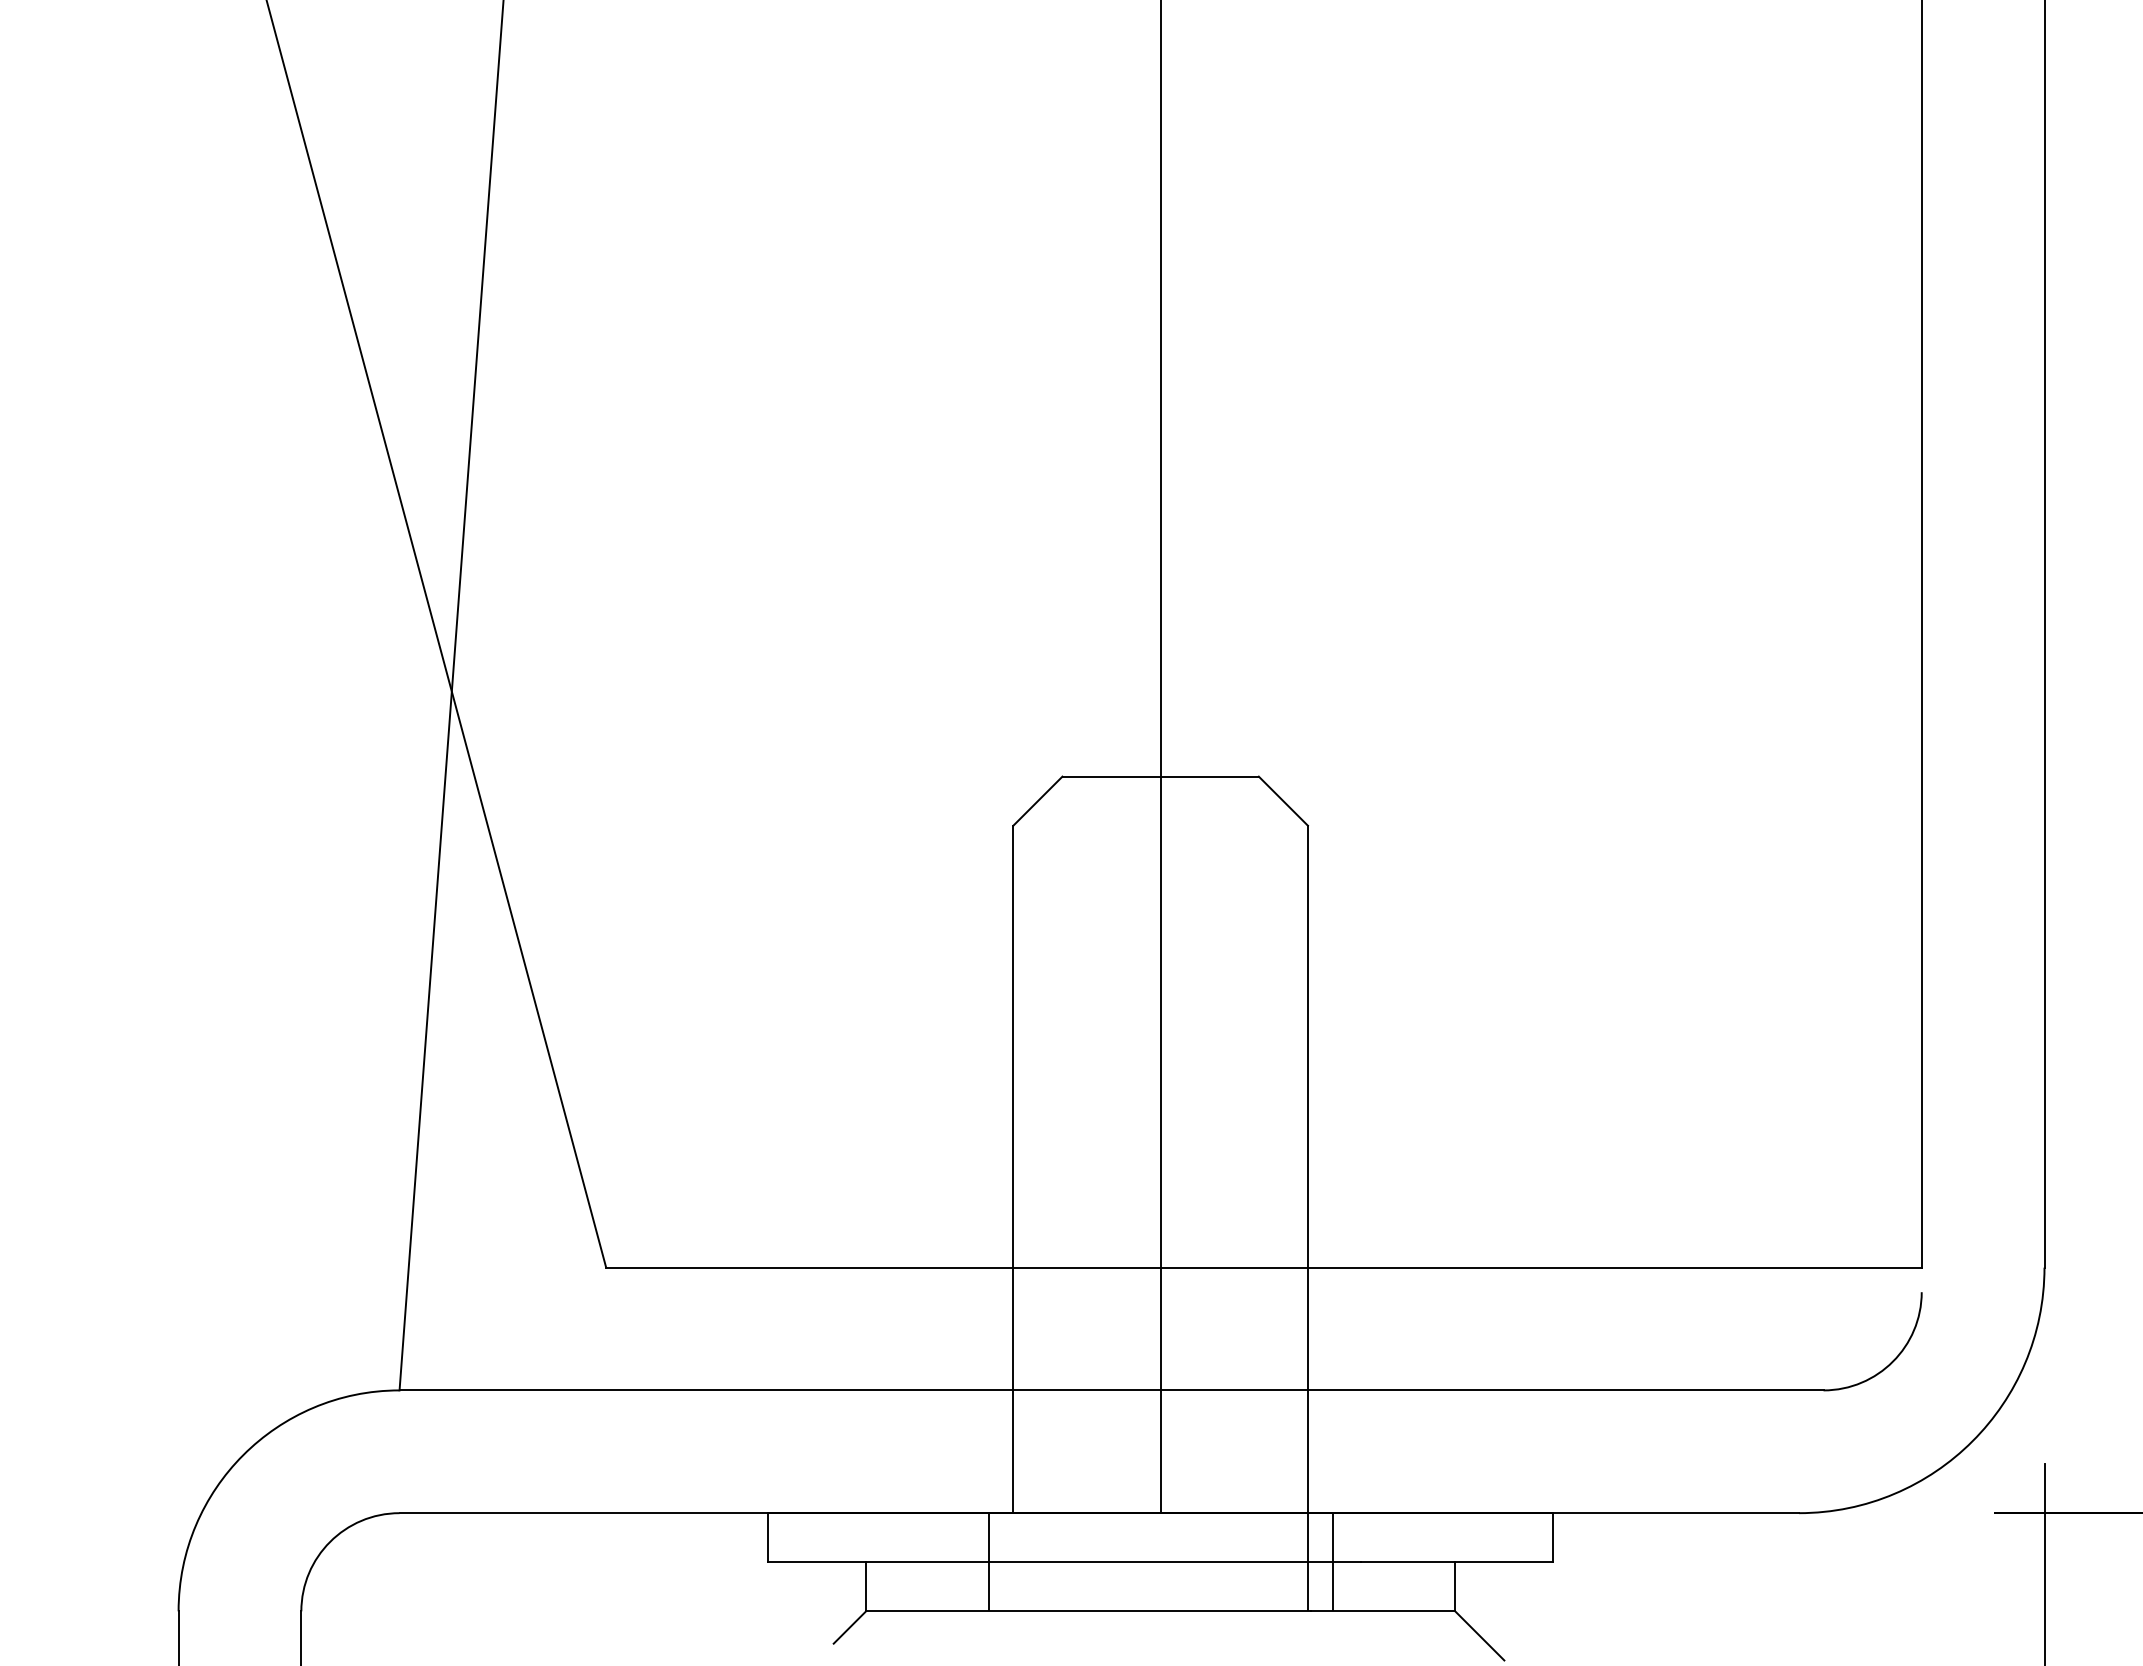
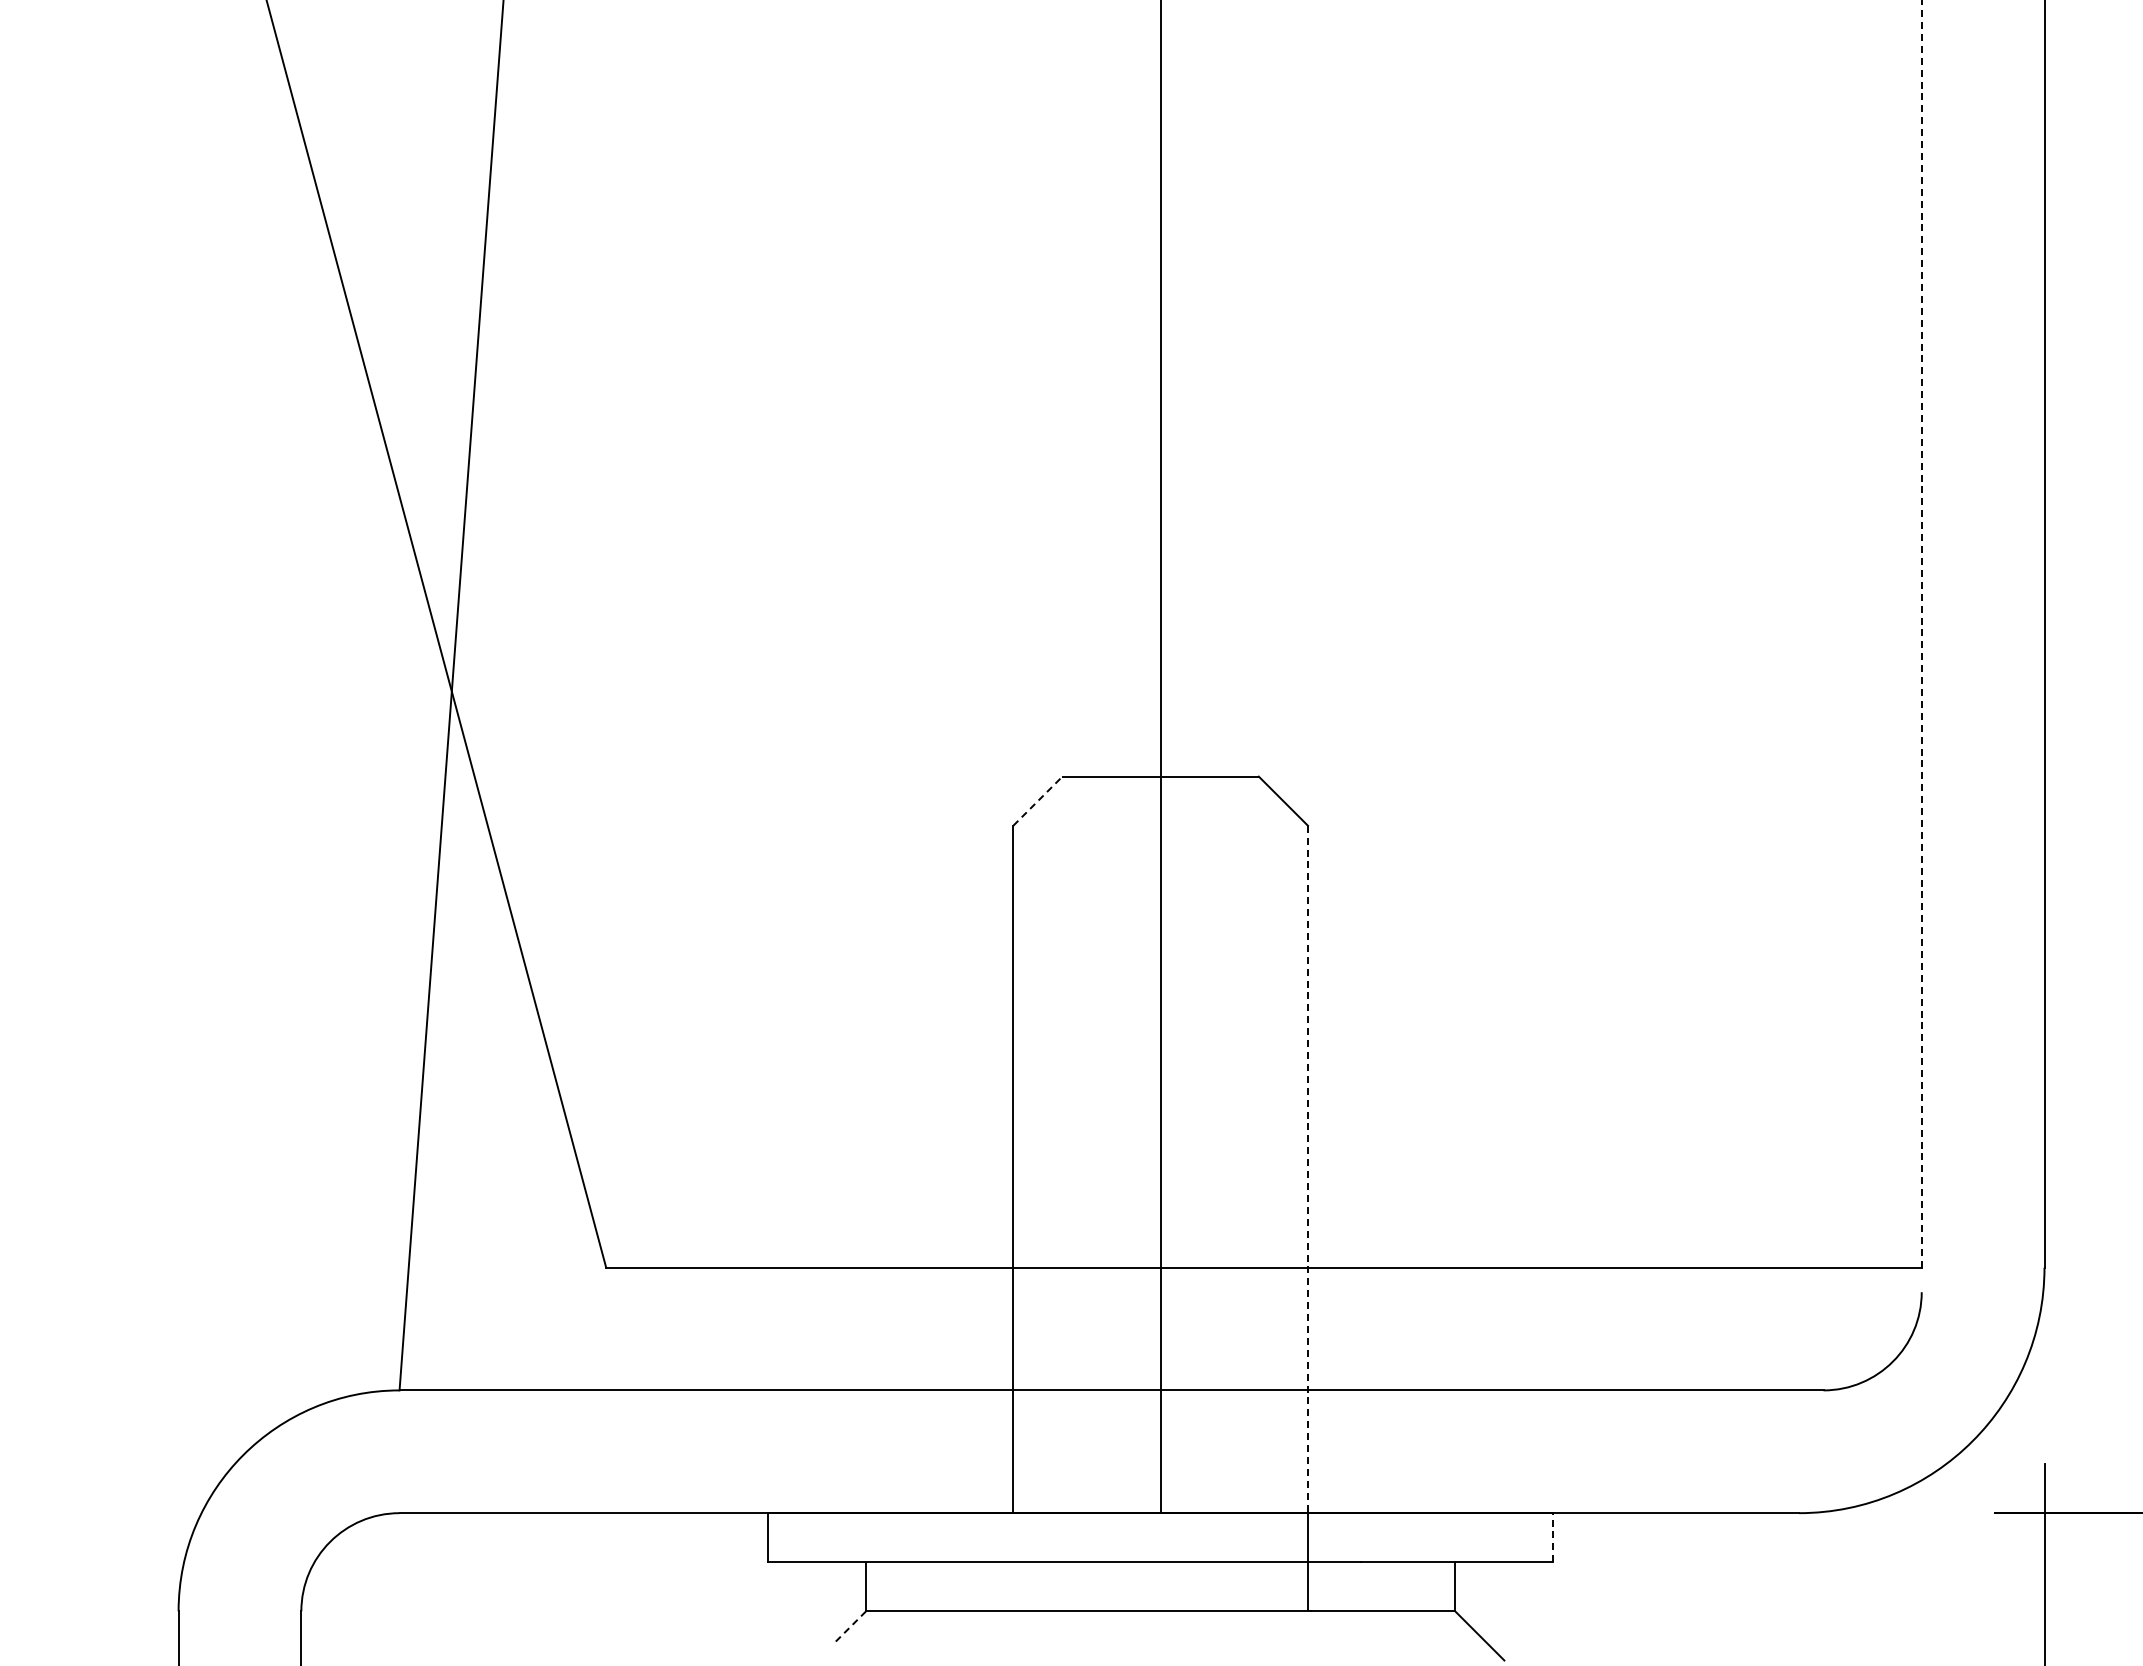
line at (1921, 634): solid -> dashed
line at (1037, 801): solid -> dashed
line at (1307, 1169): solid -> dashed
line at (1553, 1537): solid -> dashed
line at (988, 1562): present -> none
line at (1332, 1562): present -> none
line at (849, 1627): solid -> dashed
